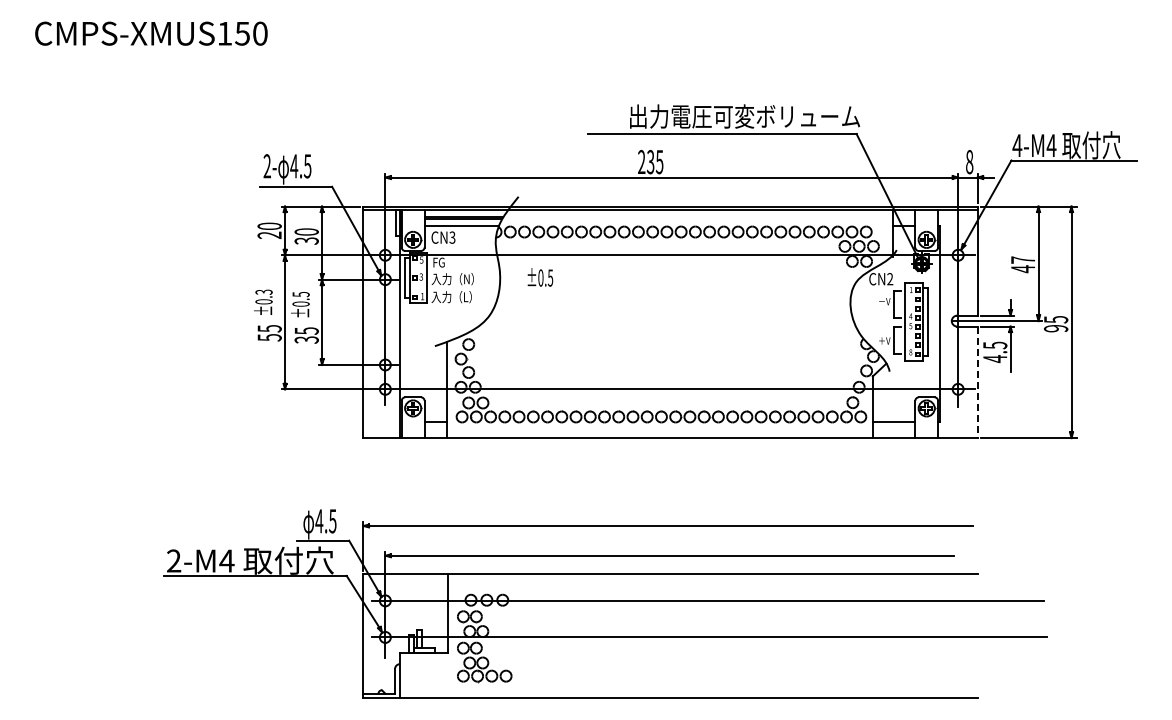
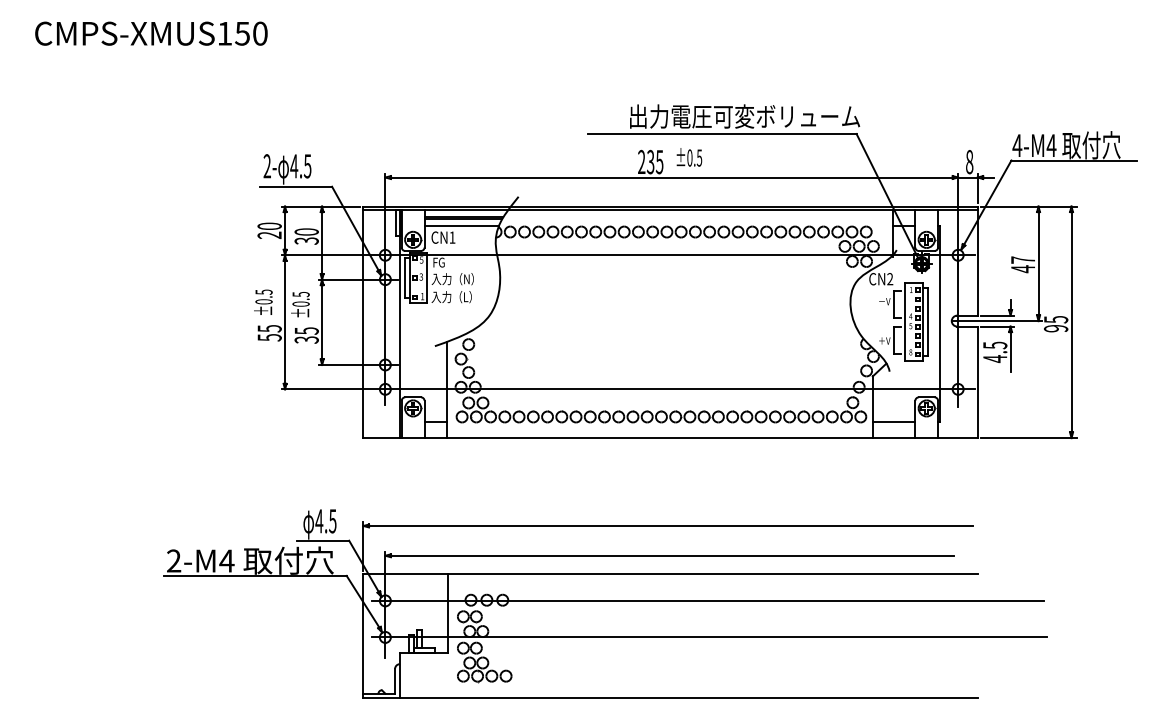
text at (452, 237): CN3 -> CN1
text at (540, 277) position: (540, 277) -> (689, 157)
text at (263, 291): ±0.3 -> ±0.5
line at (977, 382): dashed -> solid
